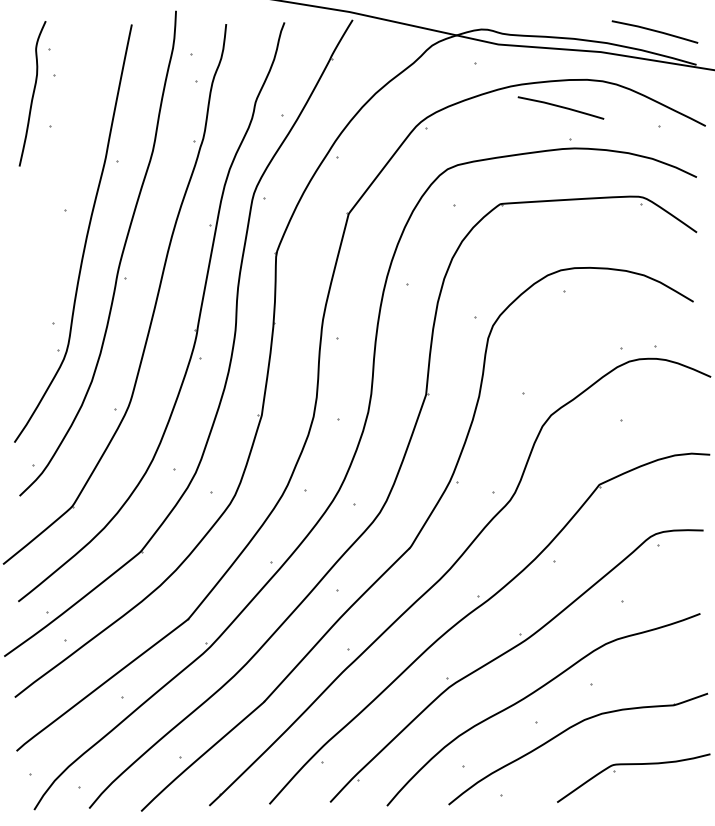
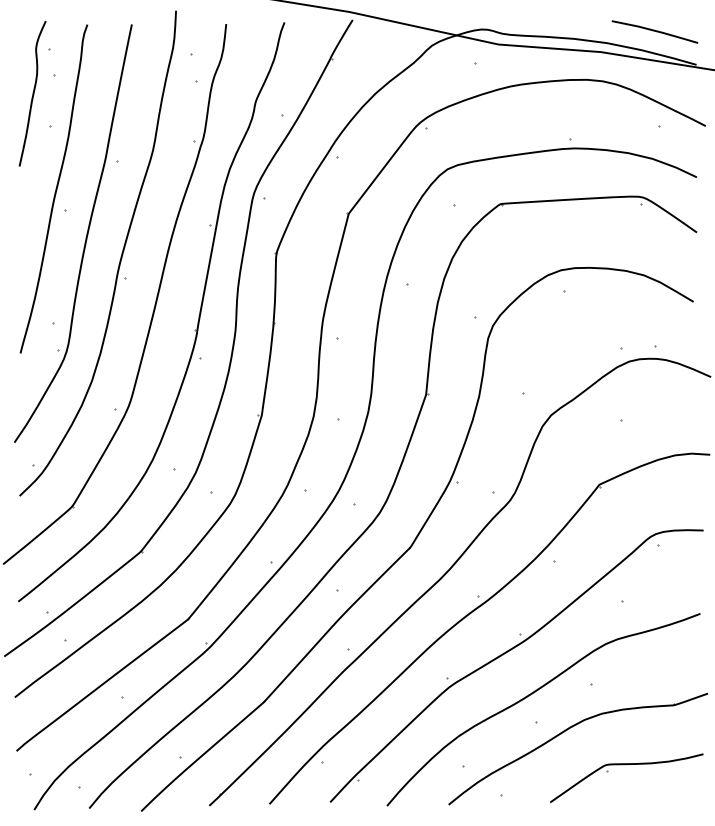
line at (560, 107): present -> none
curve at (55, 188): none -> present
part at (632, 765) position: (632, 765) -> (625, 765)
